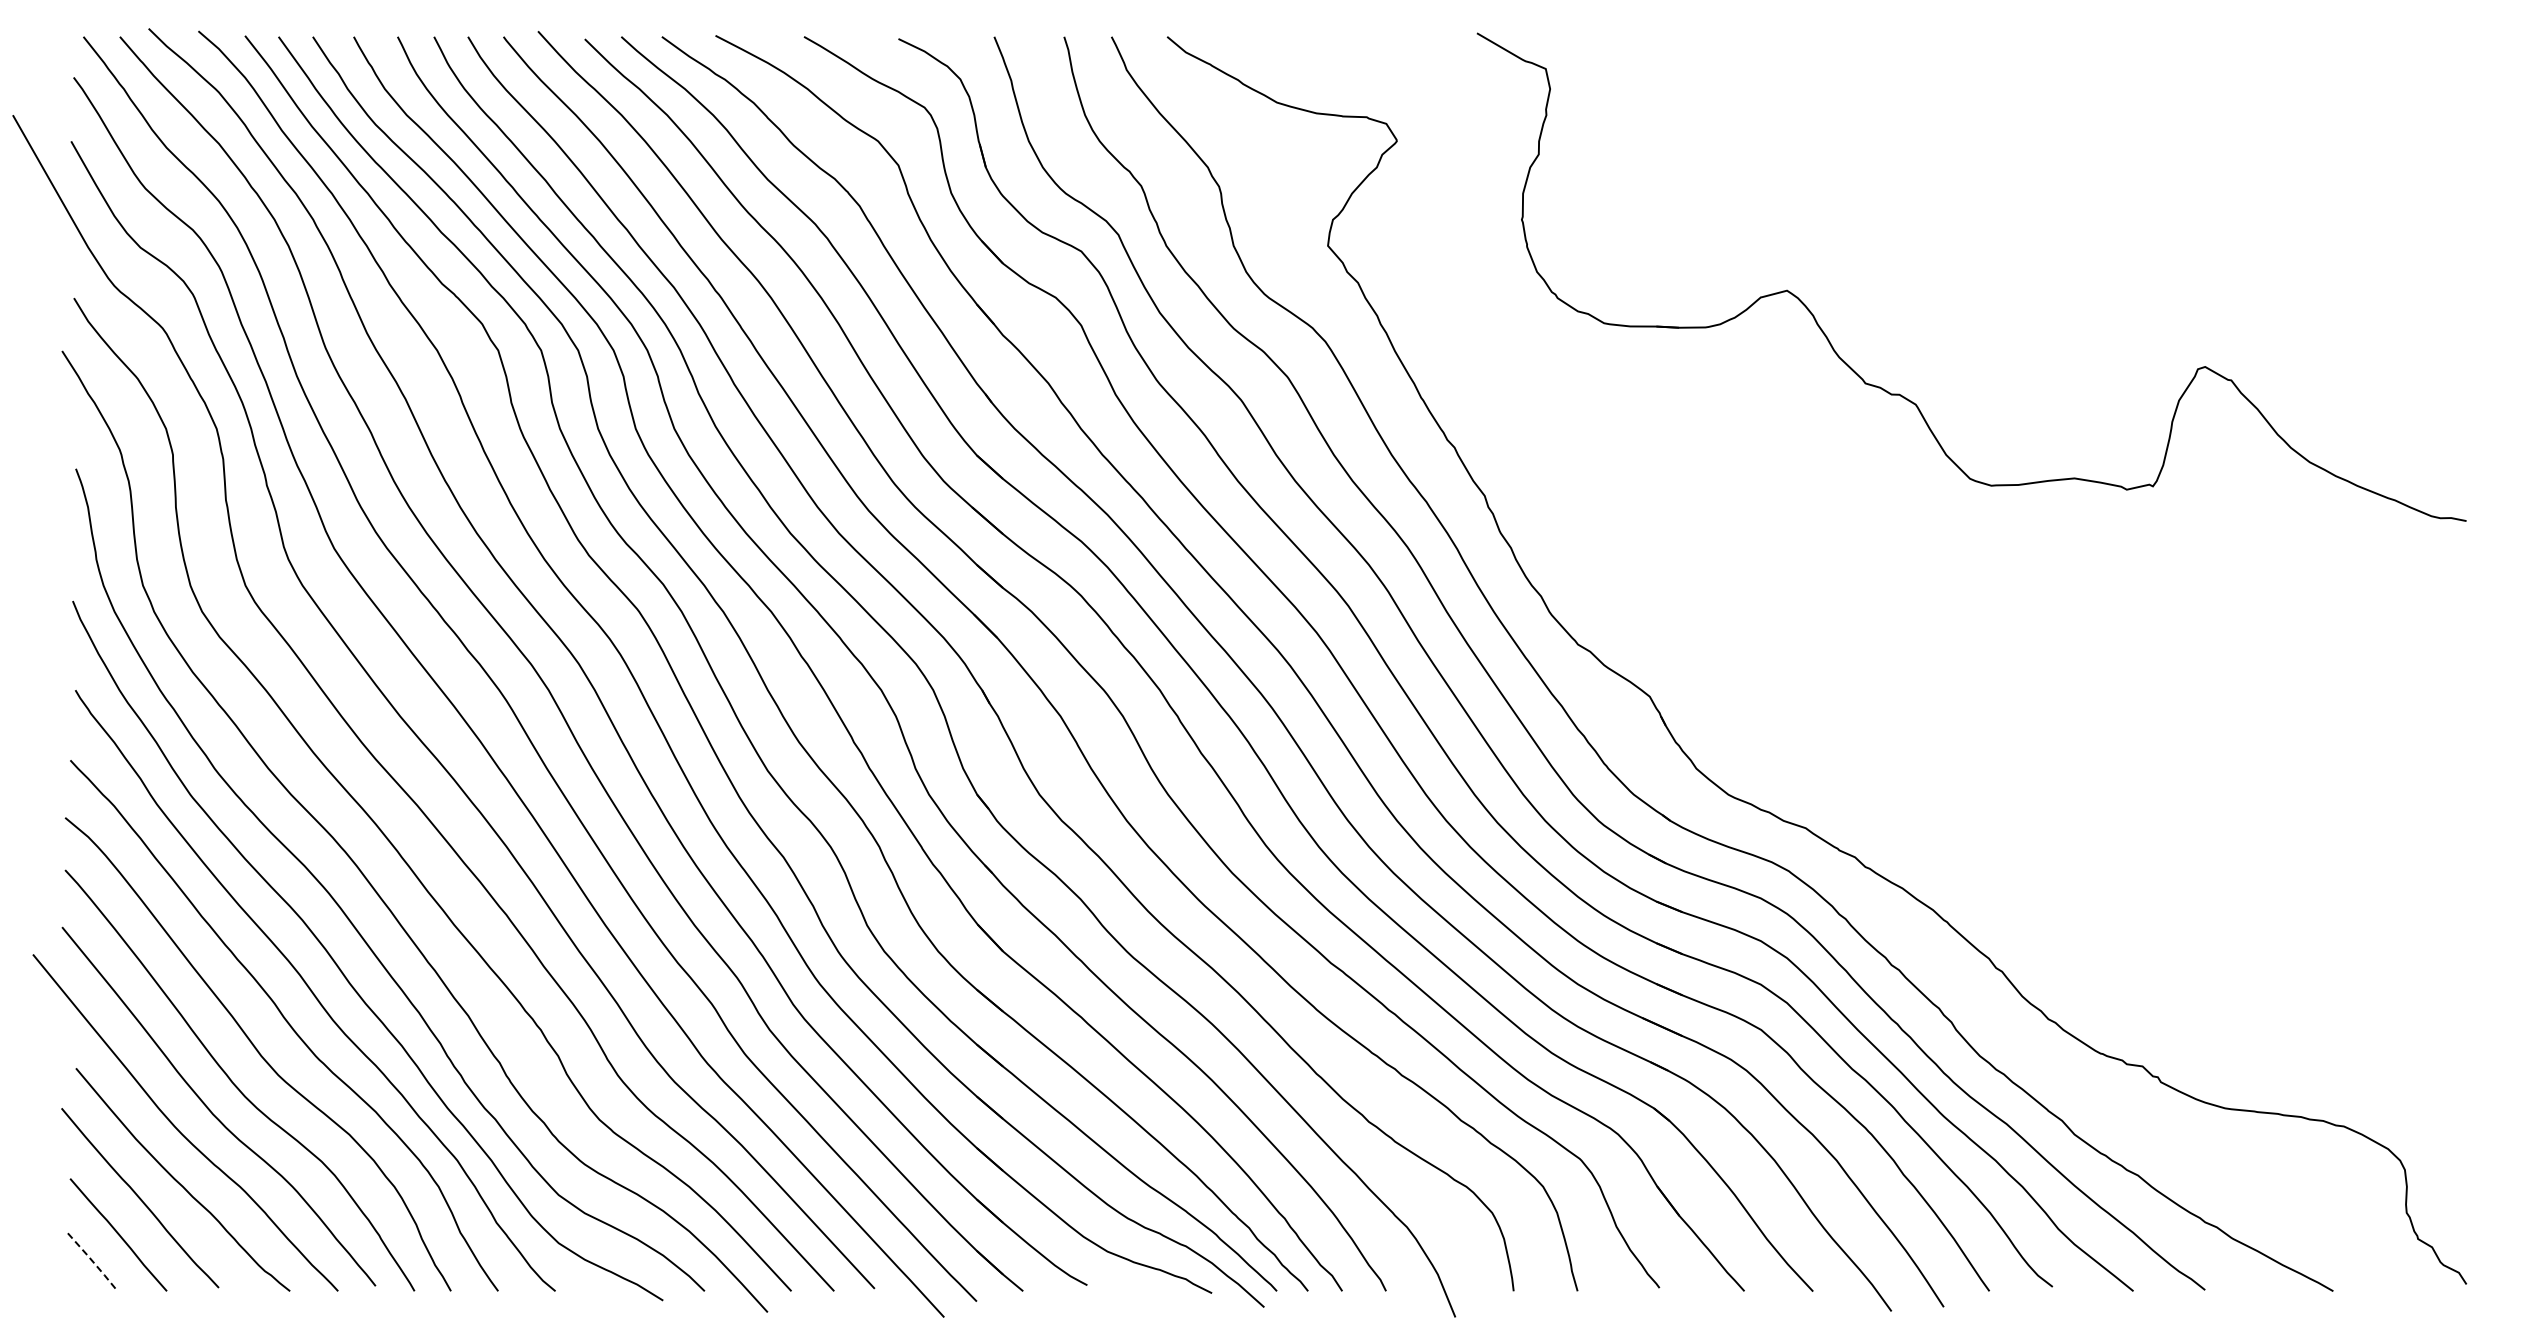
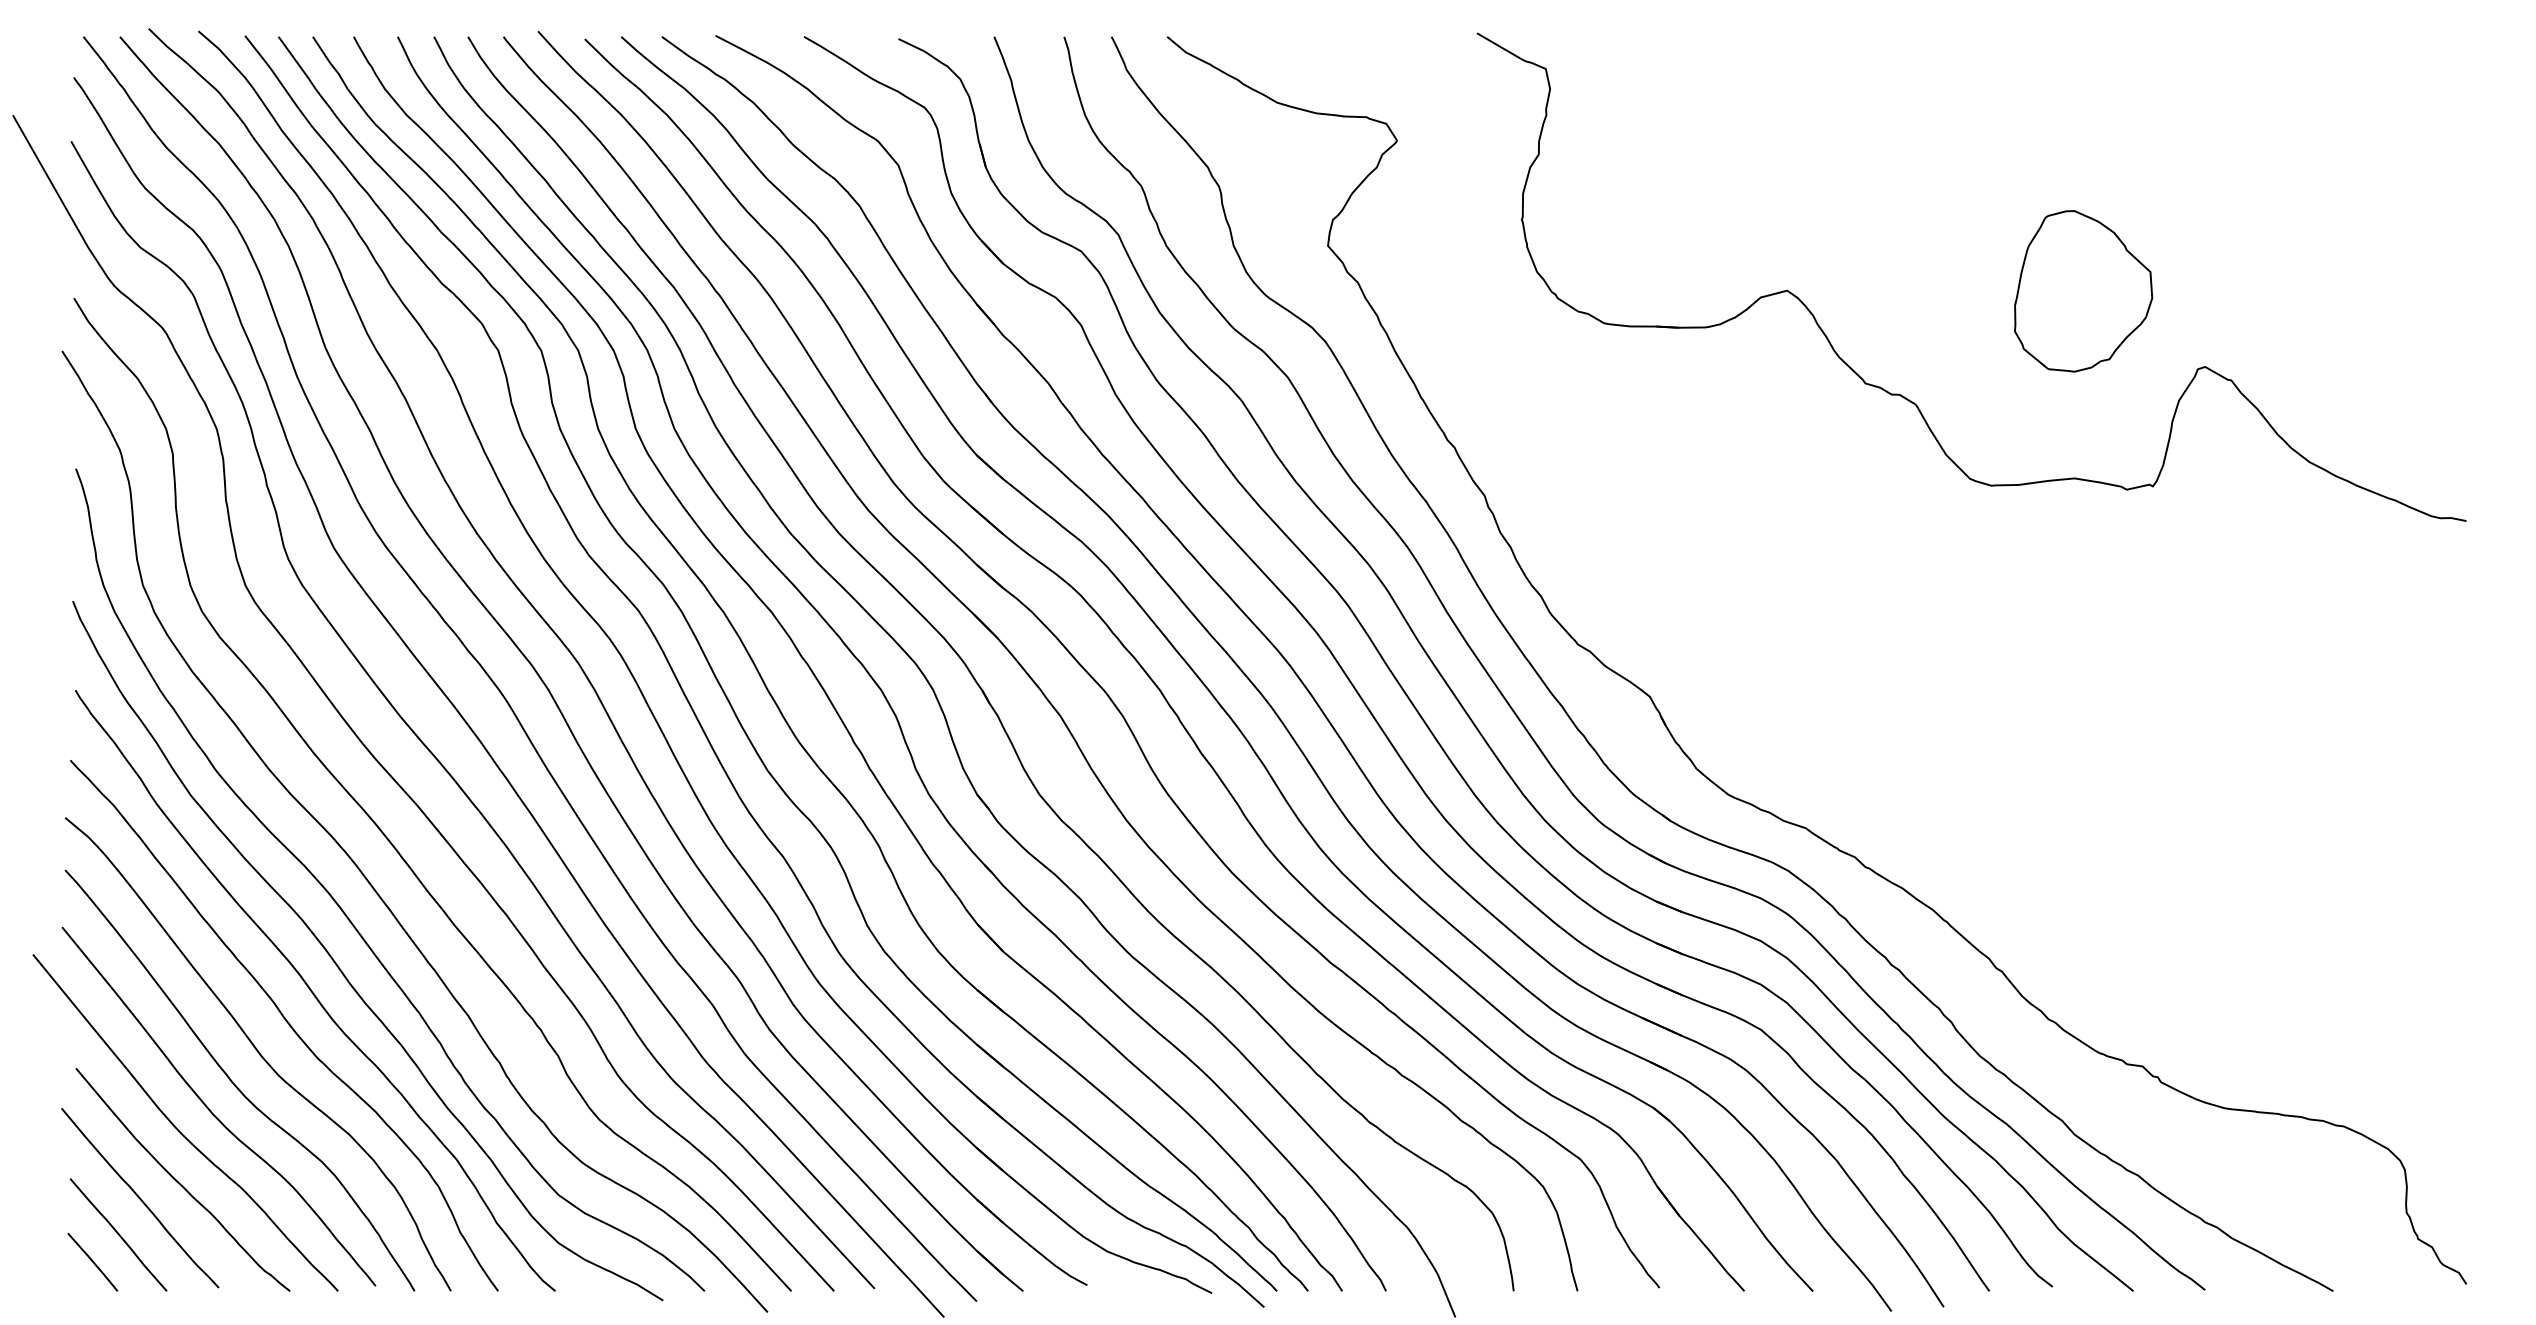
part at (2083, 291): none -> present
line at (93, 1262): dashed -> solid
